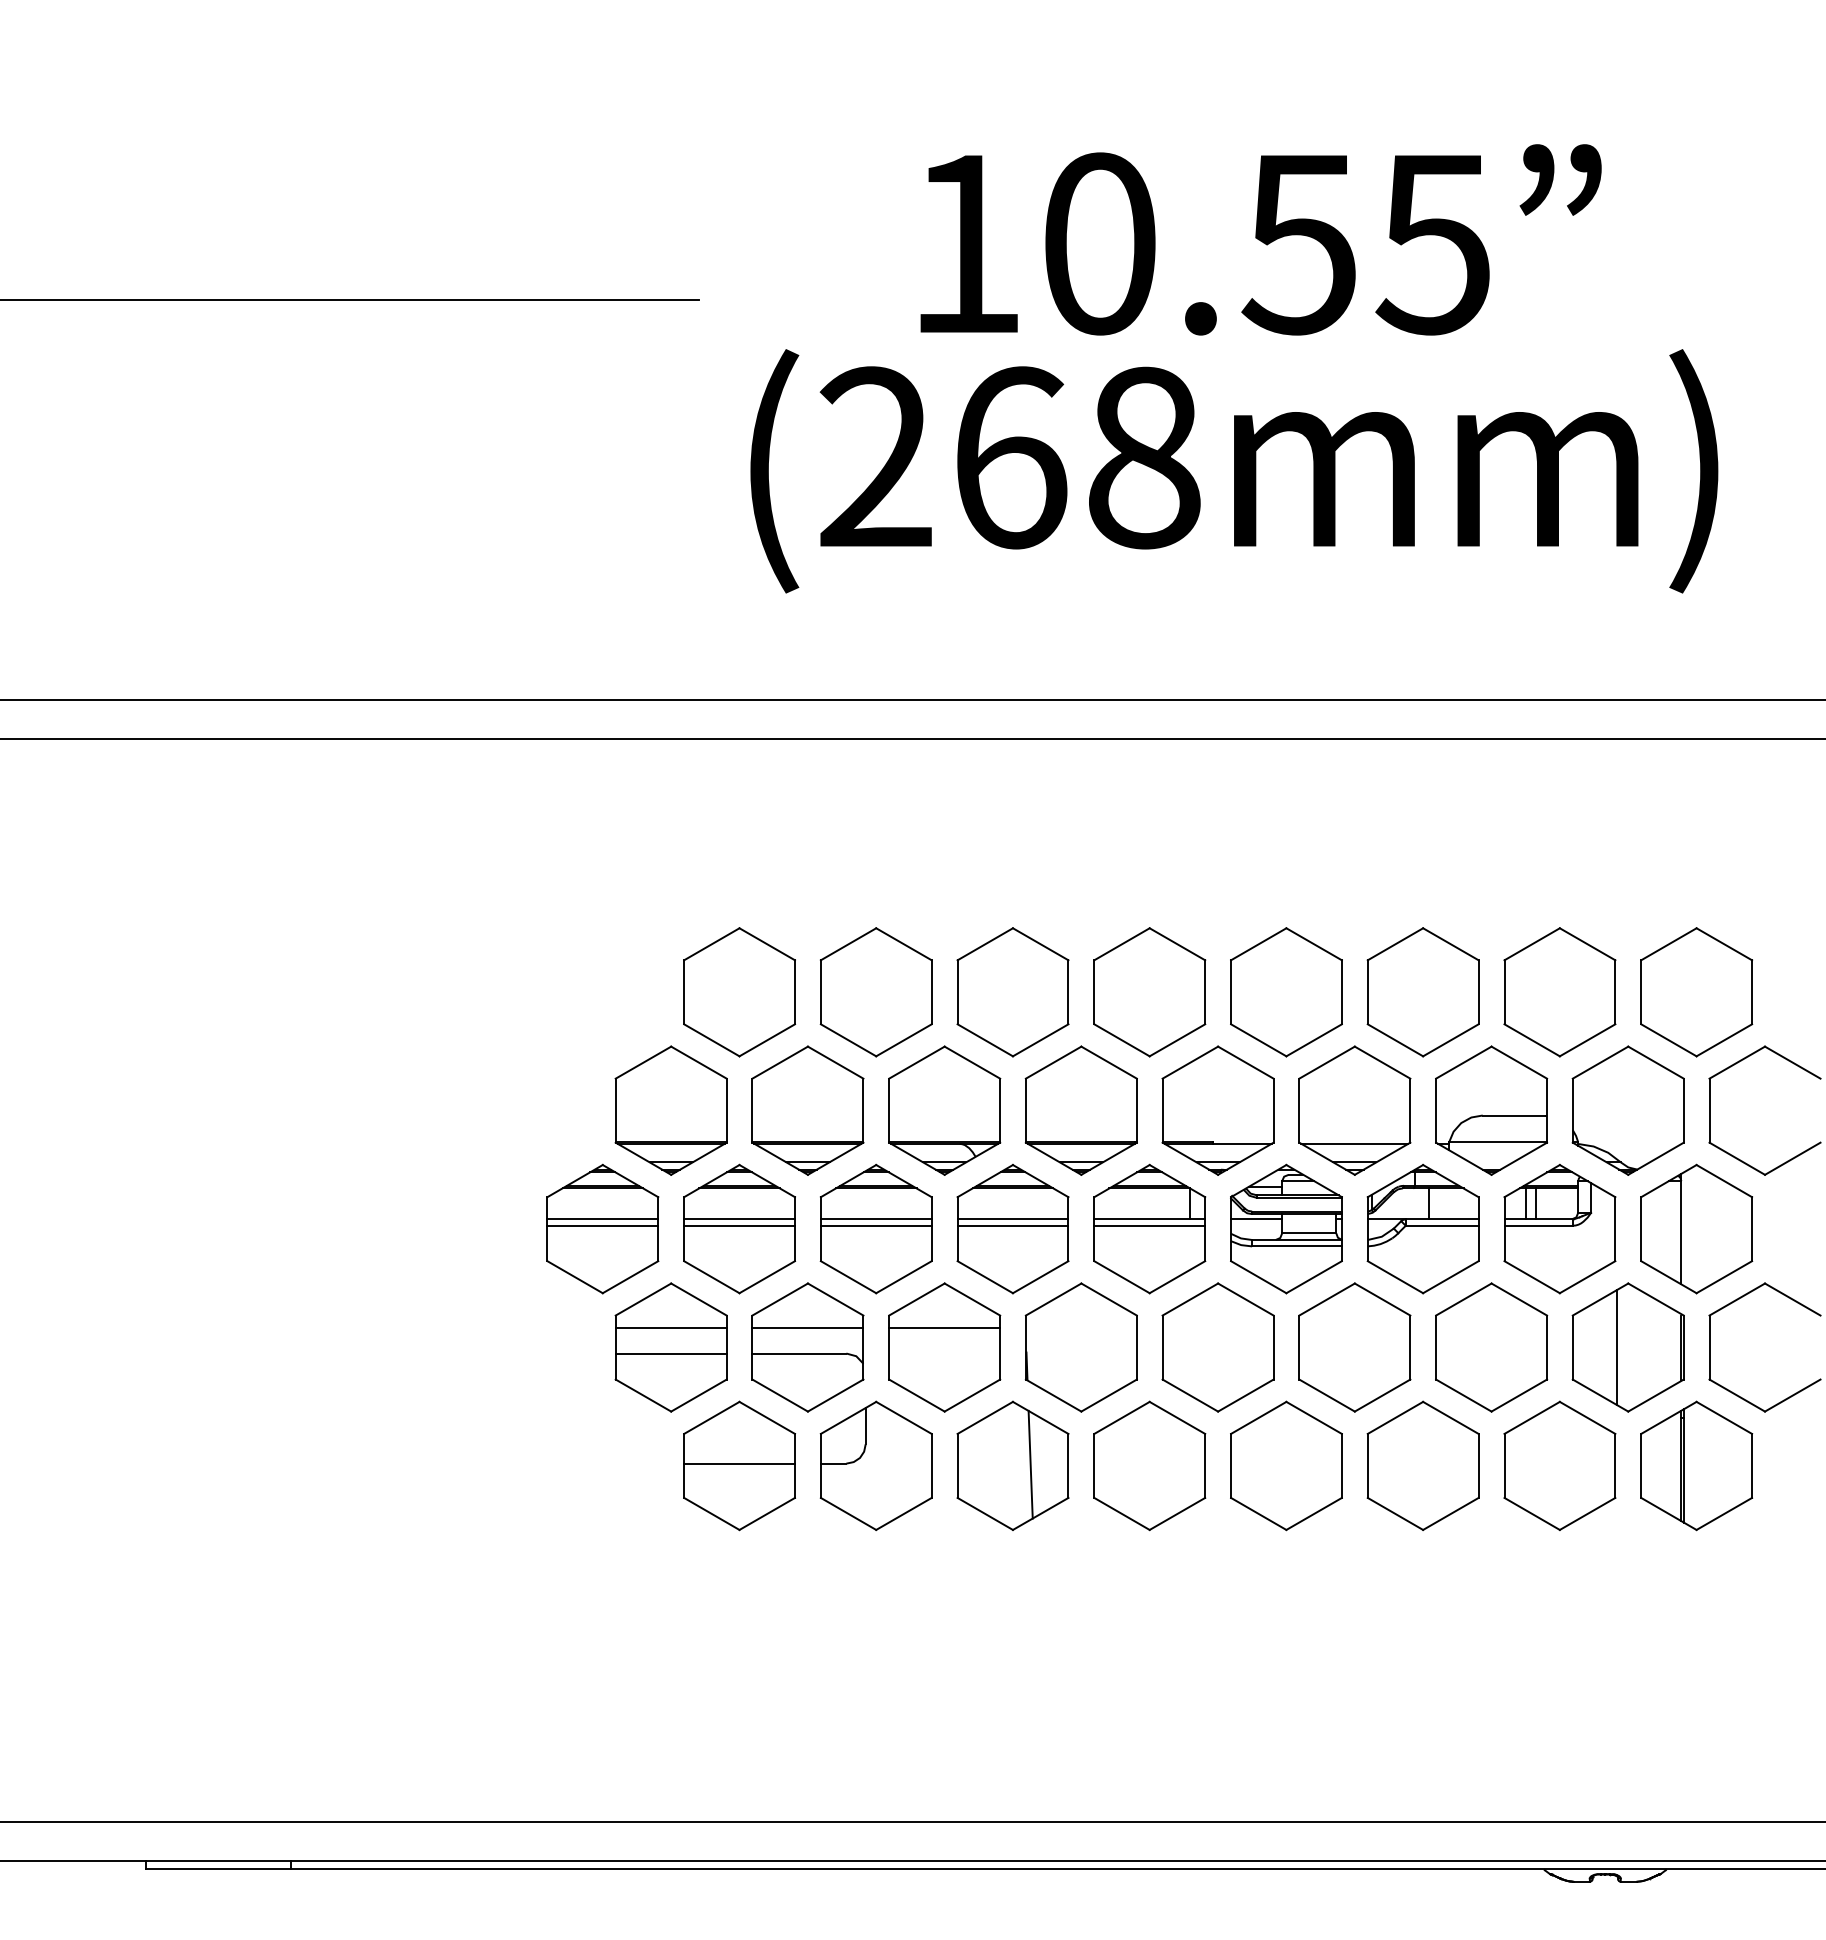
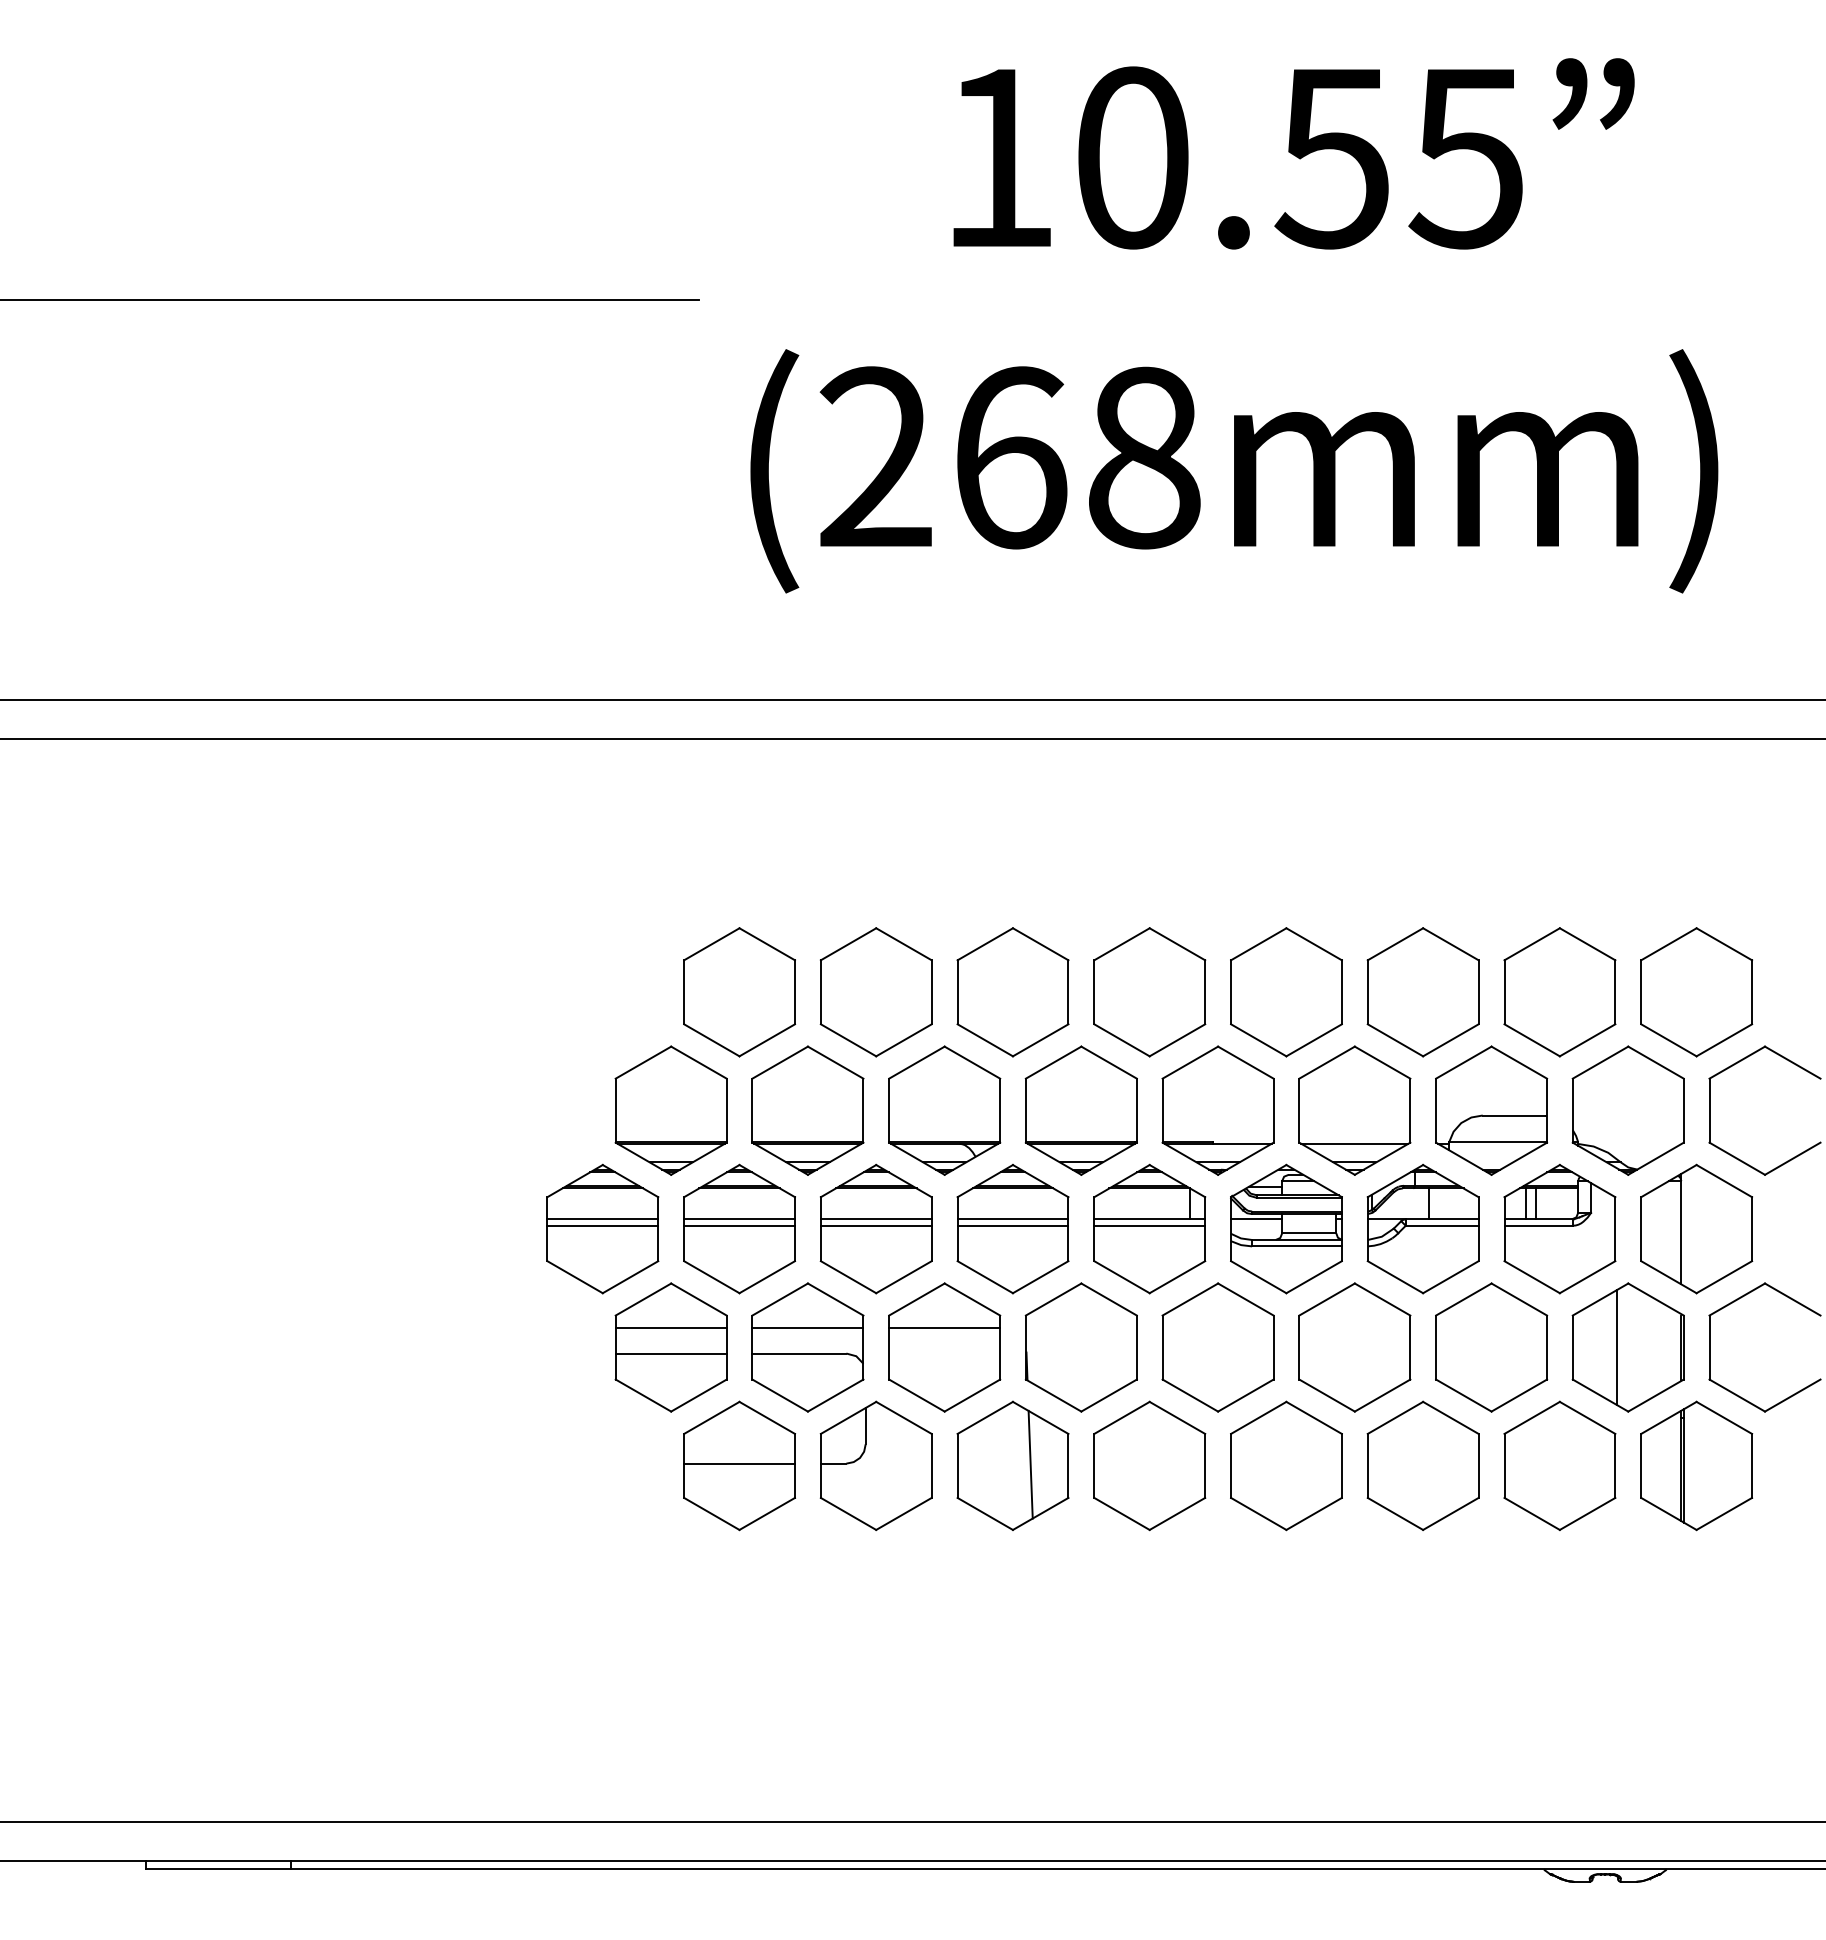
text at (1260, 239) position: (1260, 239) -> (1293, 153)
